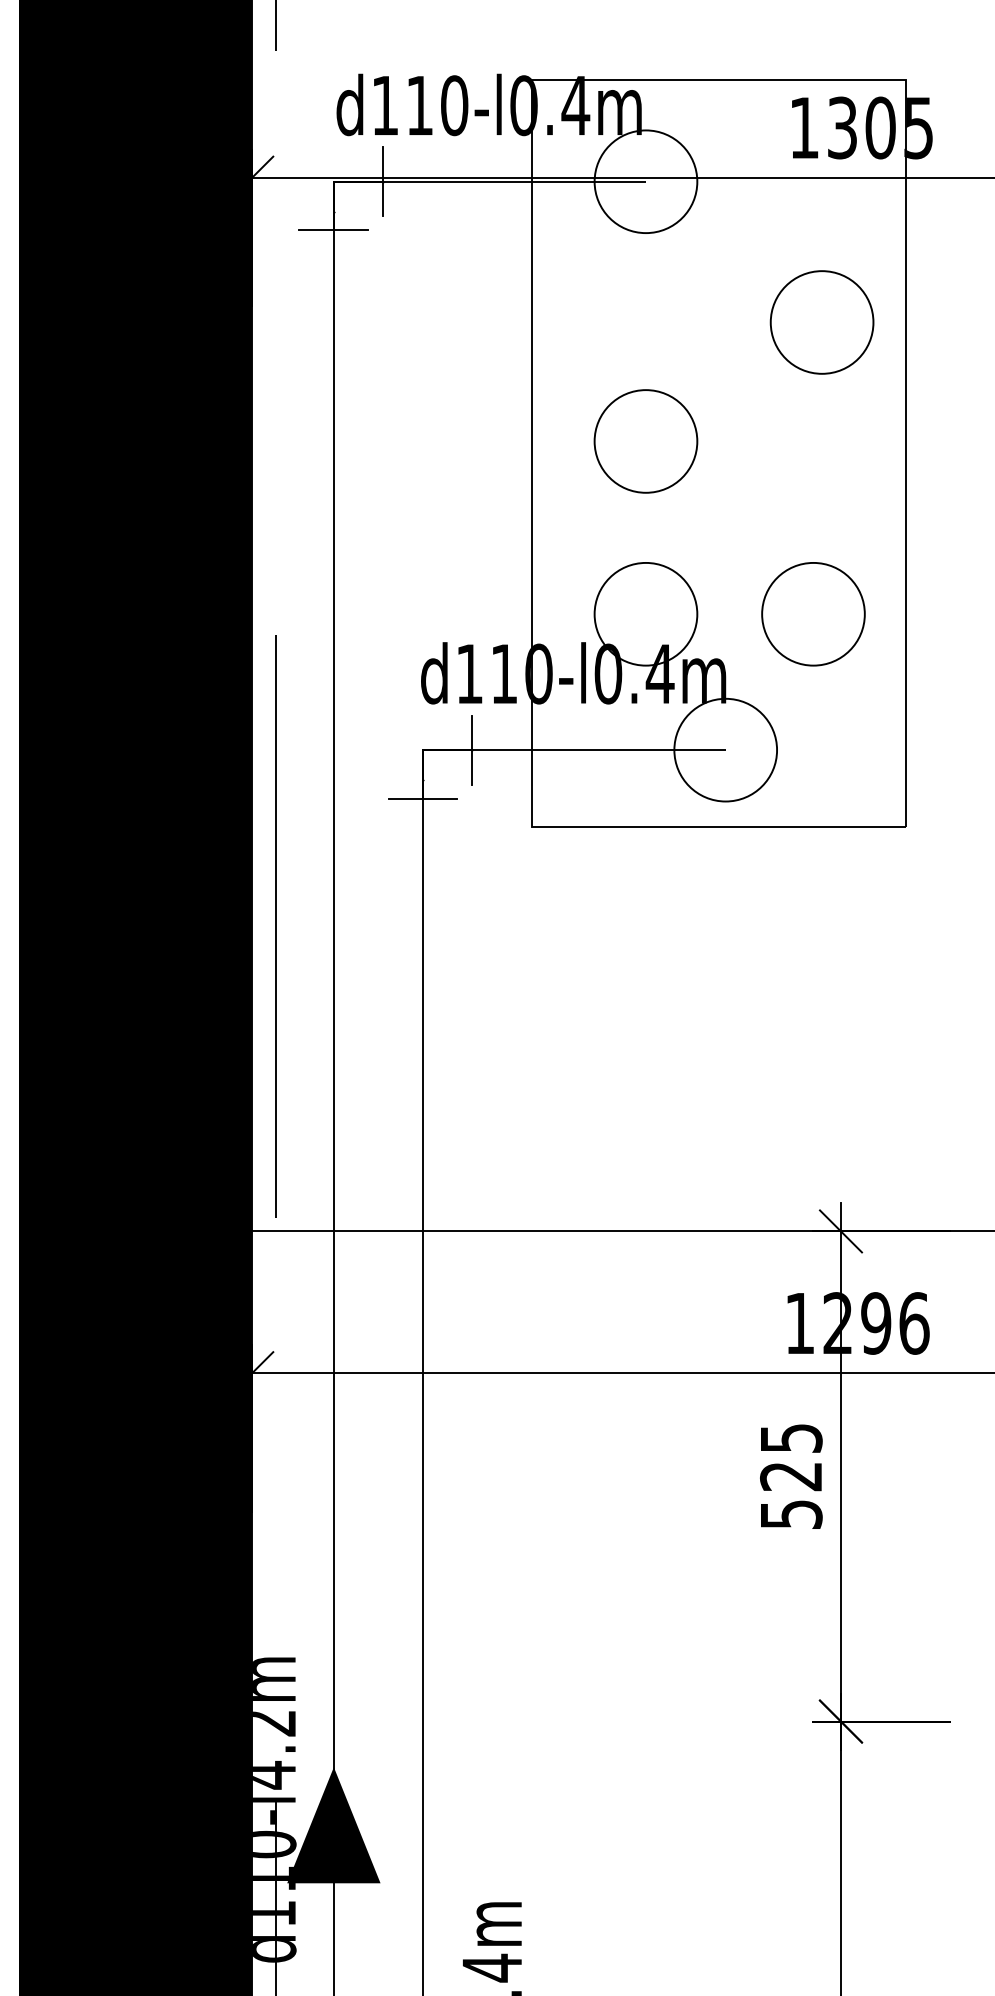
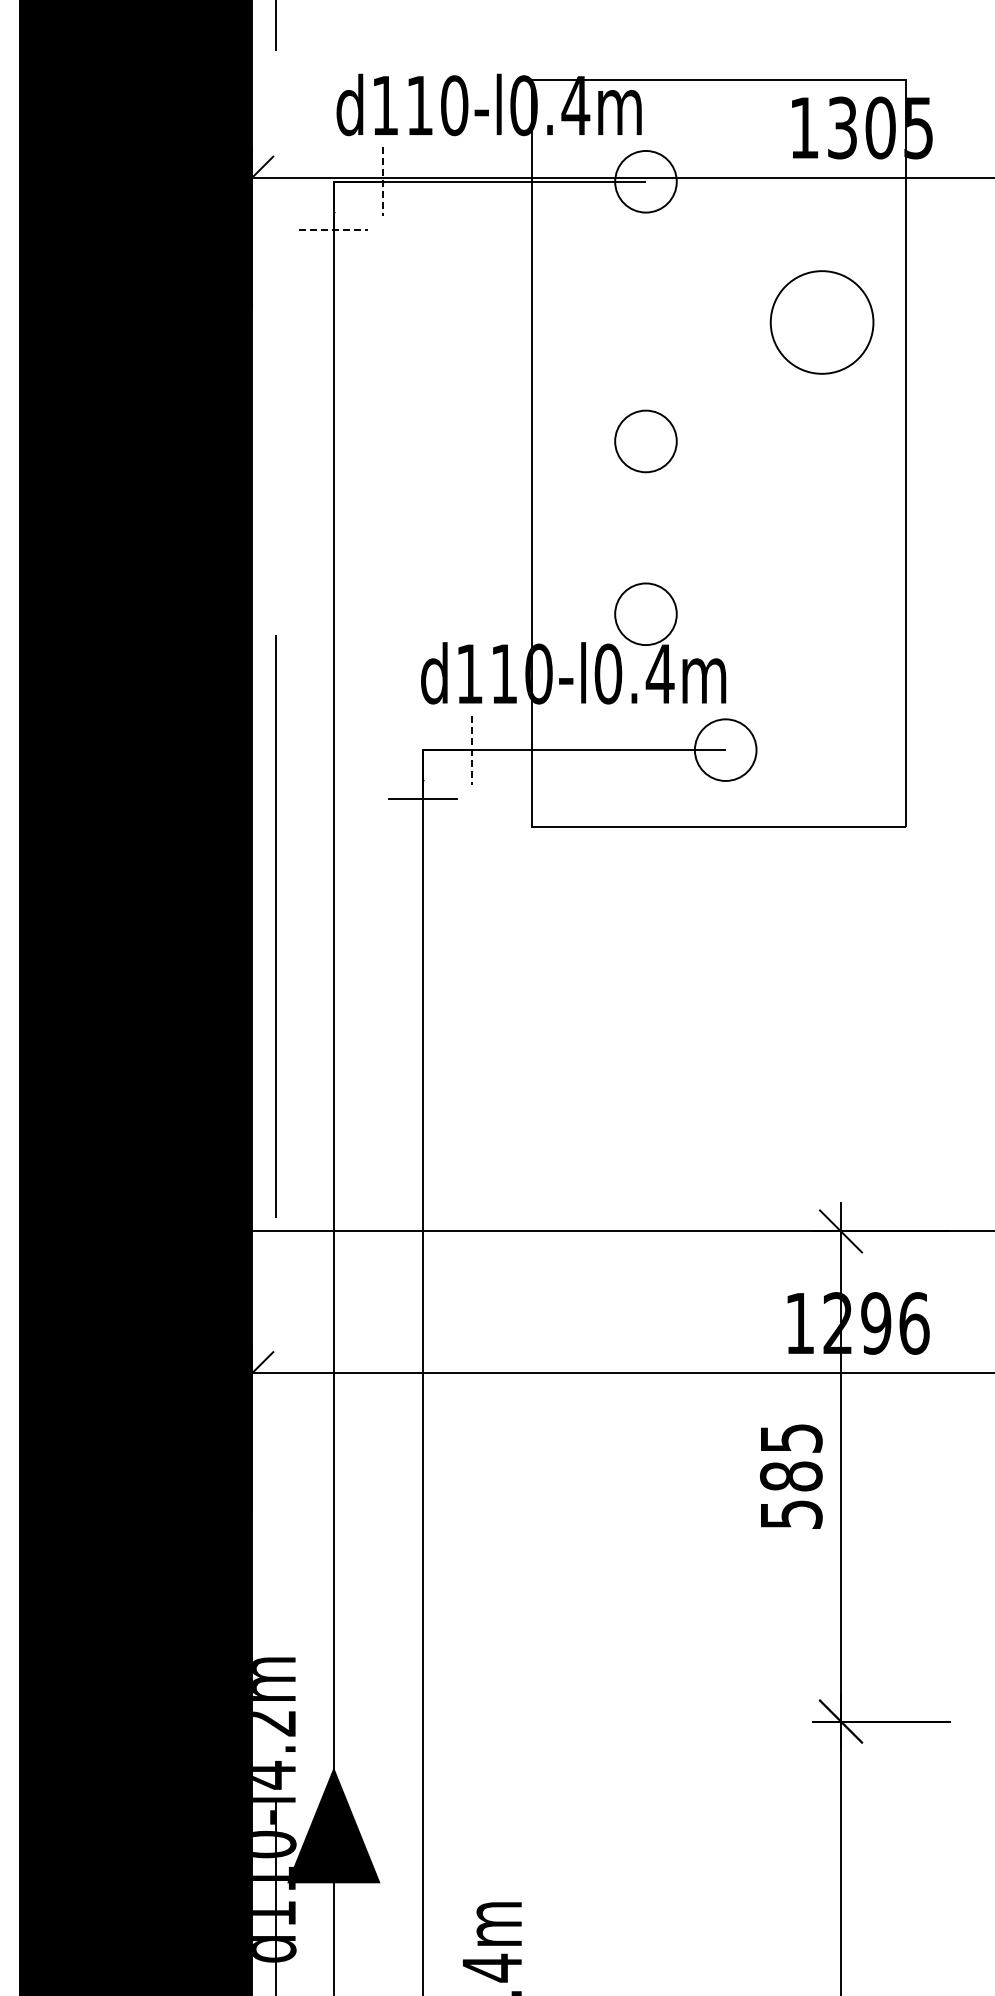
circle at (645, 181) diameter: 103 px -> 62 px
line at (382, 182): solid -> dashed
line at (334, 230): solid -> dashed
circle at (645, 441) diameter: 103 px -> 62 px
circle at (645, 613) diameter: 103 px -> 62 px
circle at (813, 614): present -> none
circle at (725, 749) diameter: 103 px -> 62 px
line at (471, 750): solid -> dashed
text at (791, 1476): 525 -> 585
